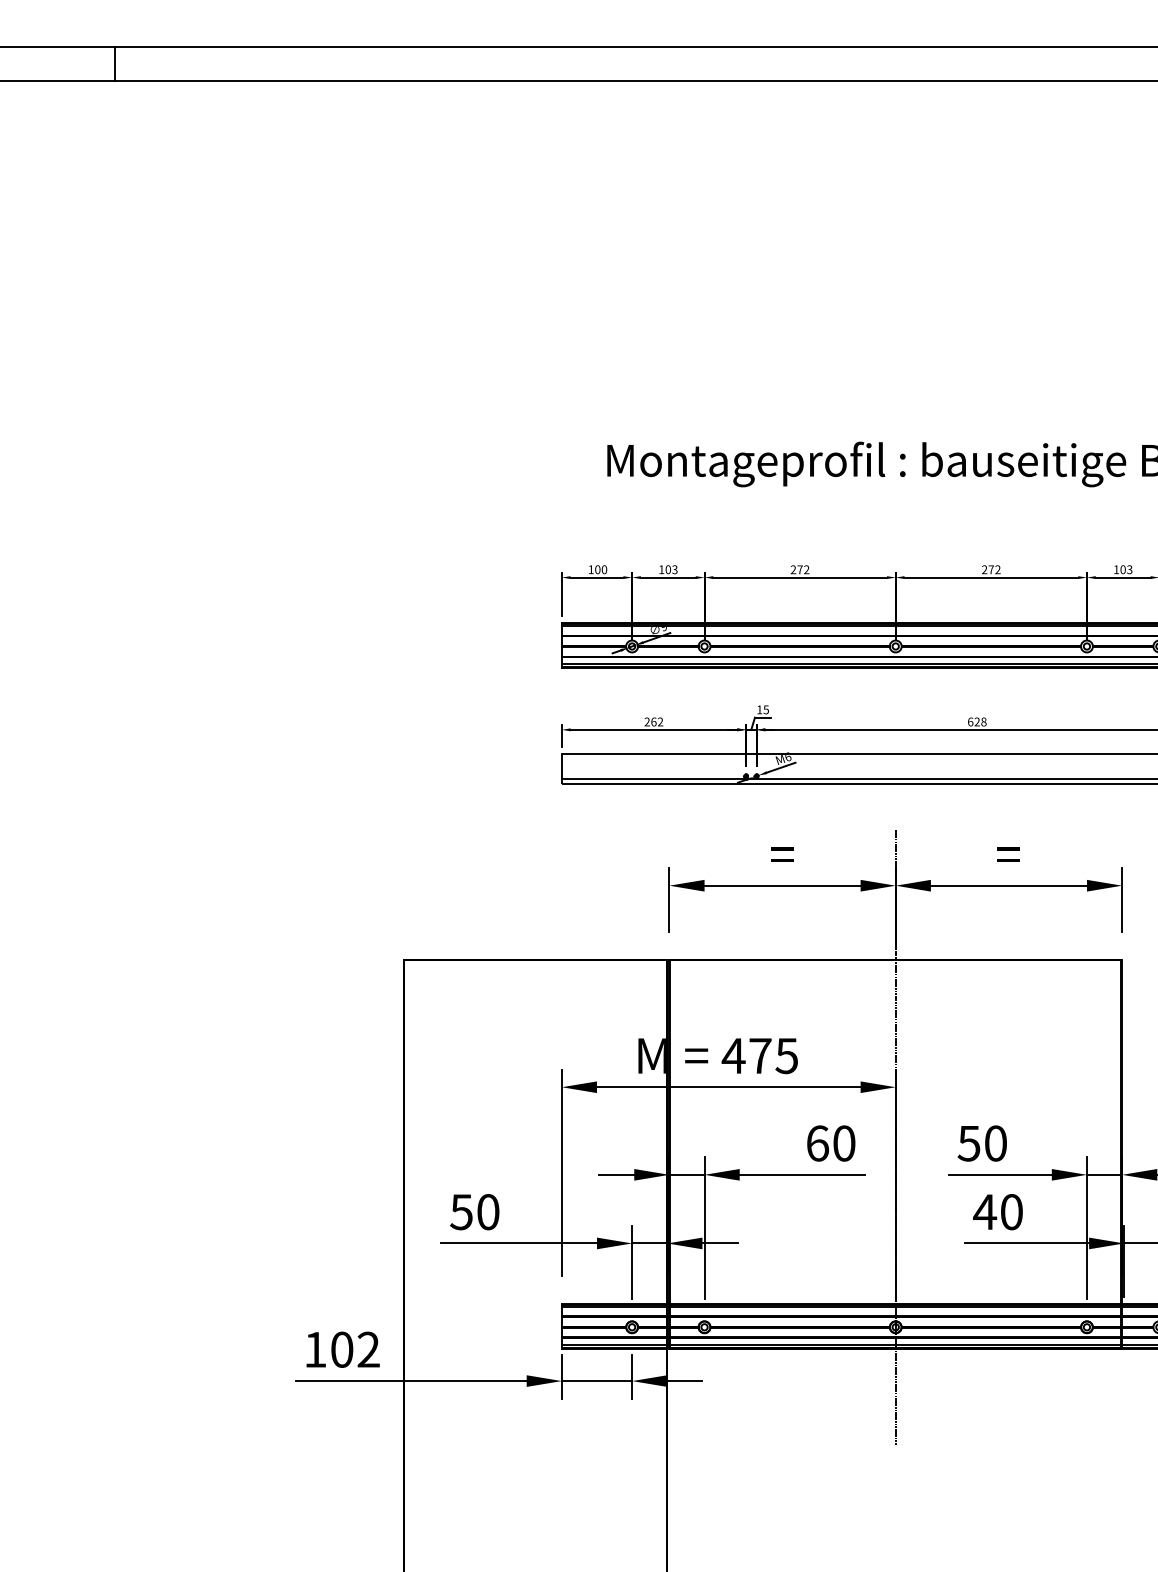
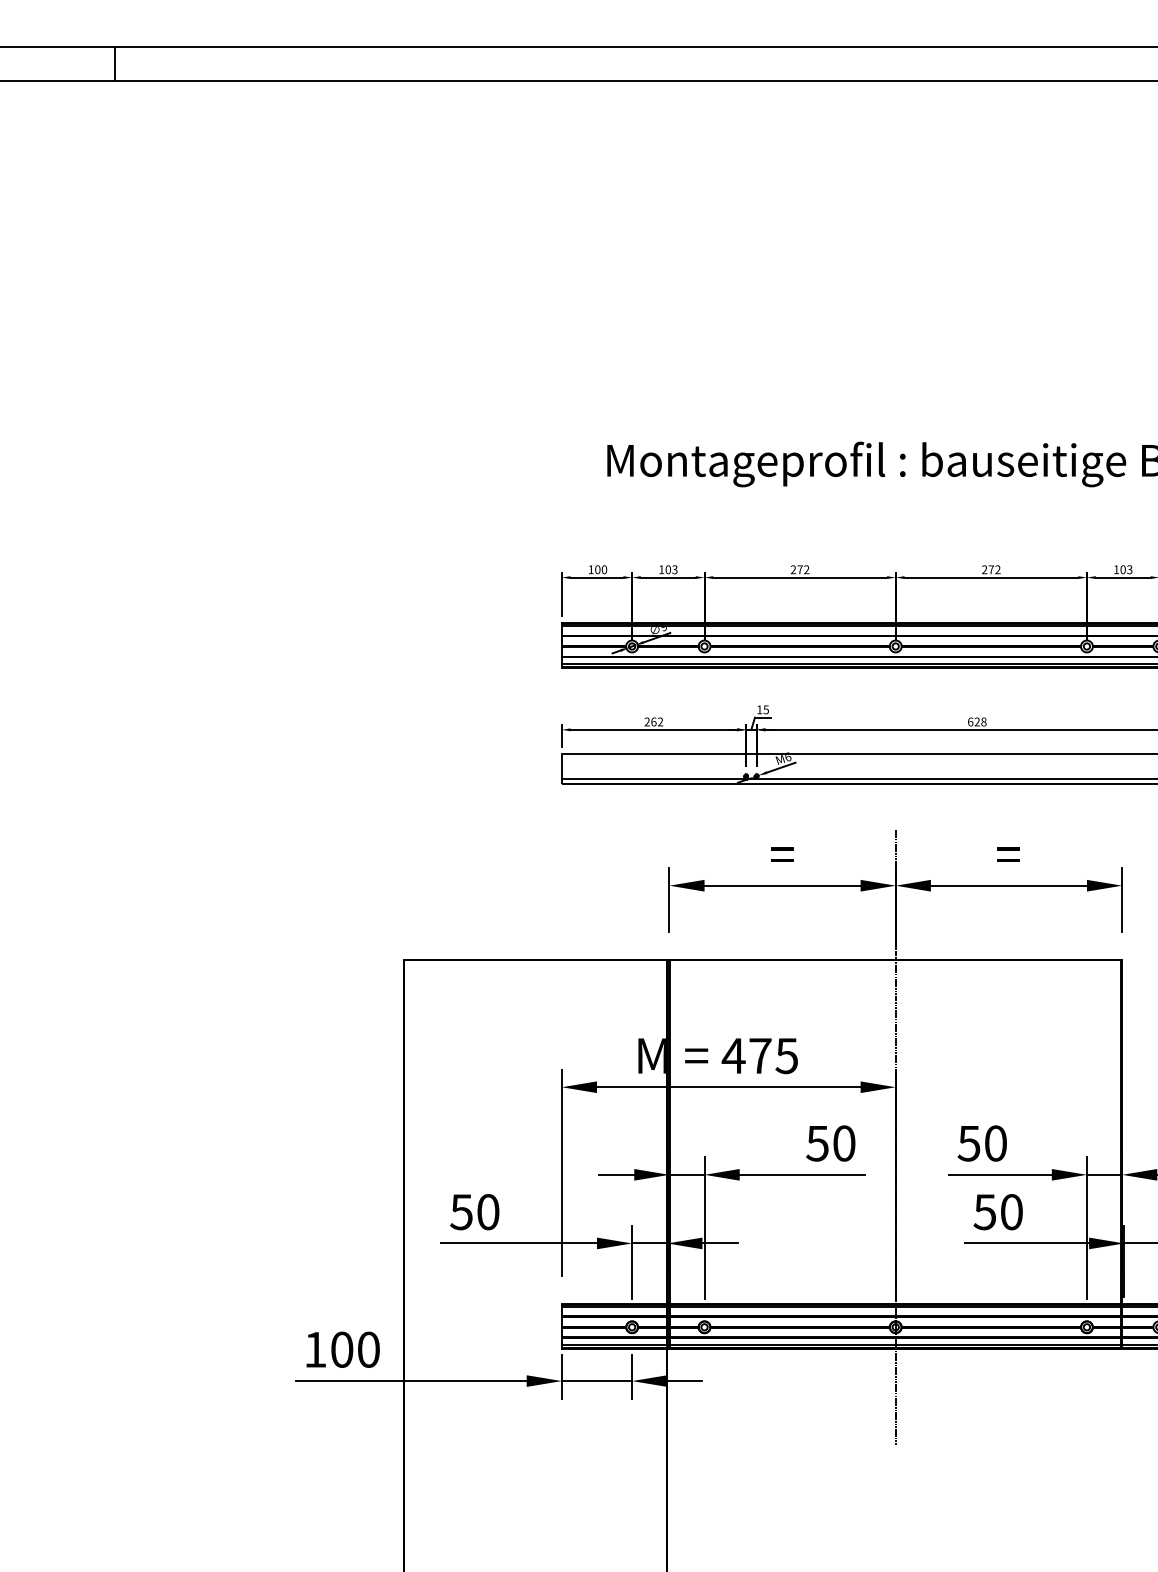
text at (817, 1143): 60 -> 50
text at (985, 1212): 40 -> 50
text at (368, 1349): 102 -> 100
